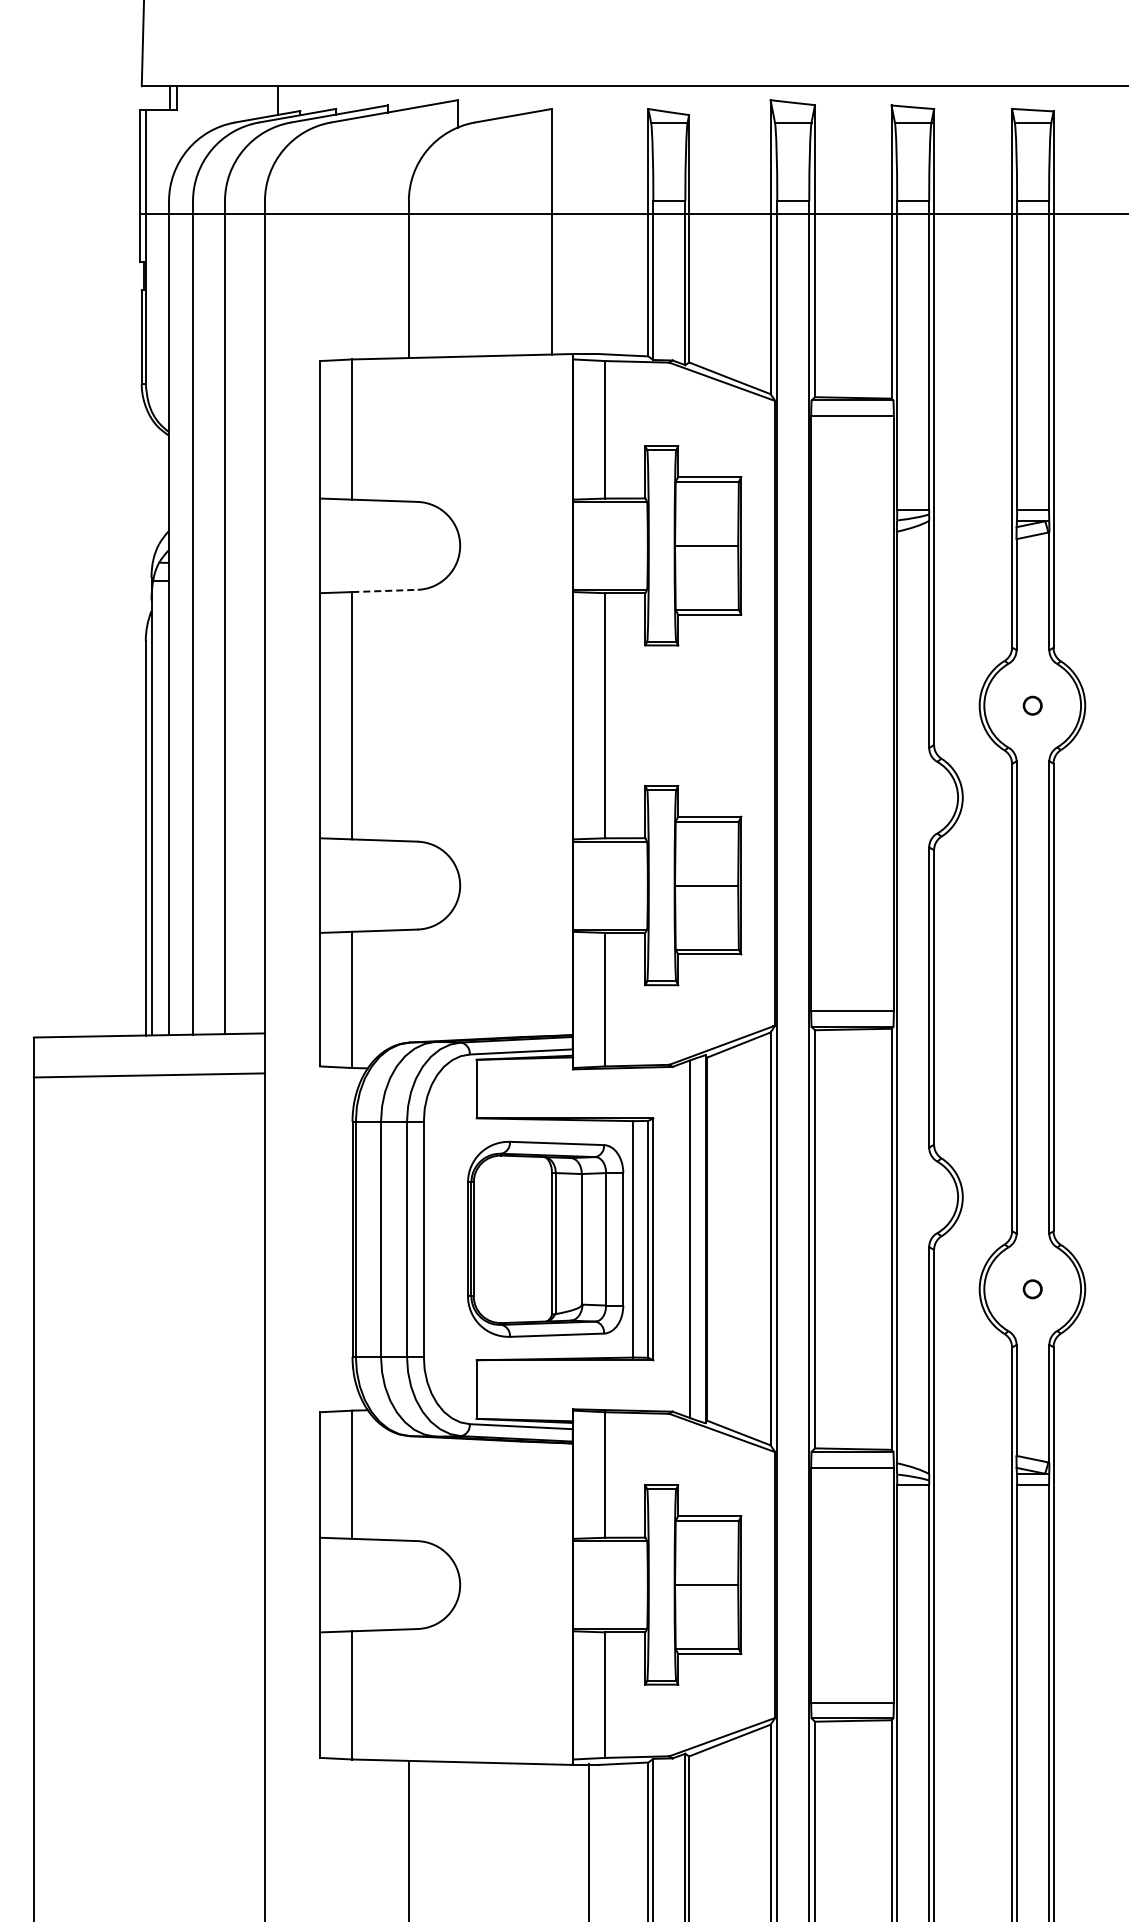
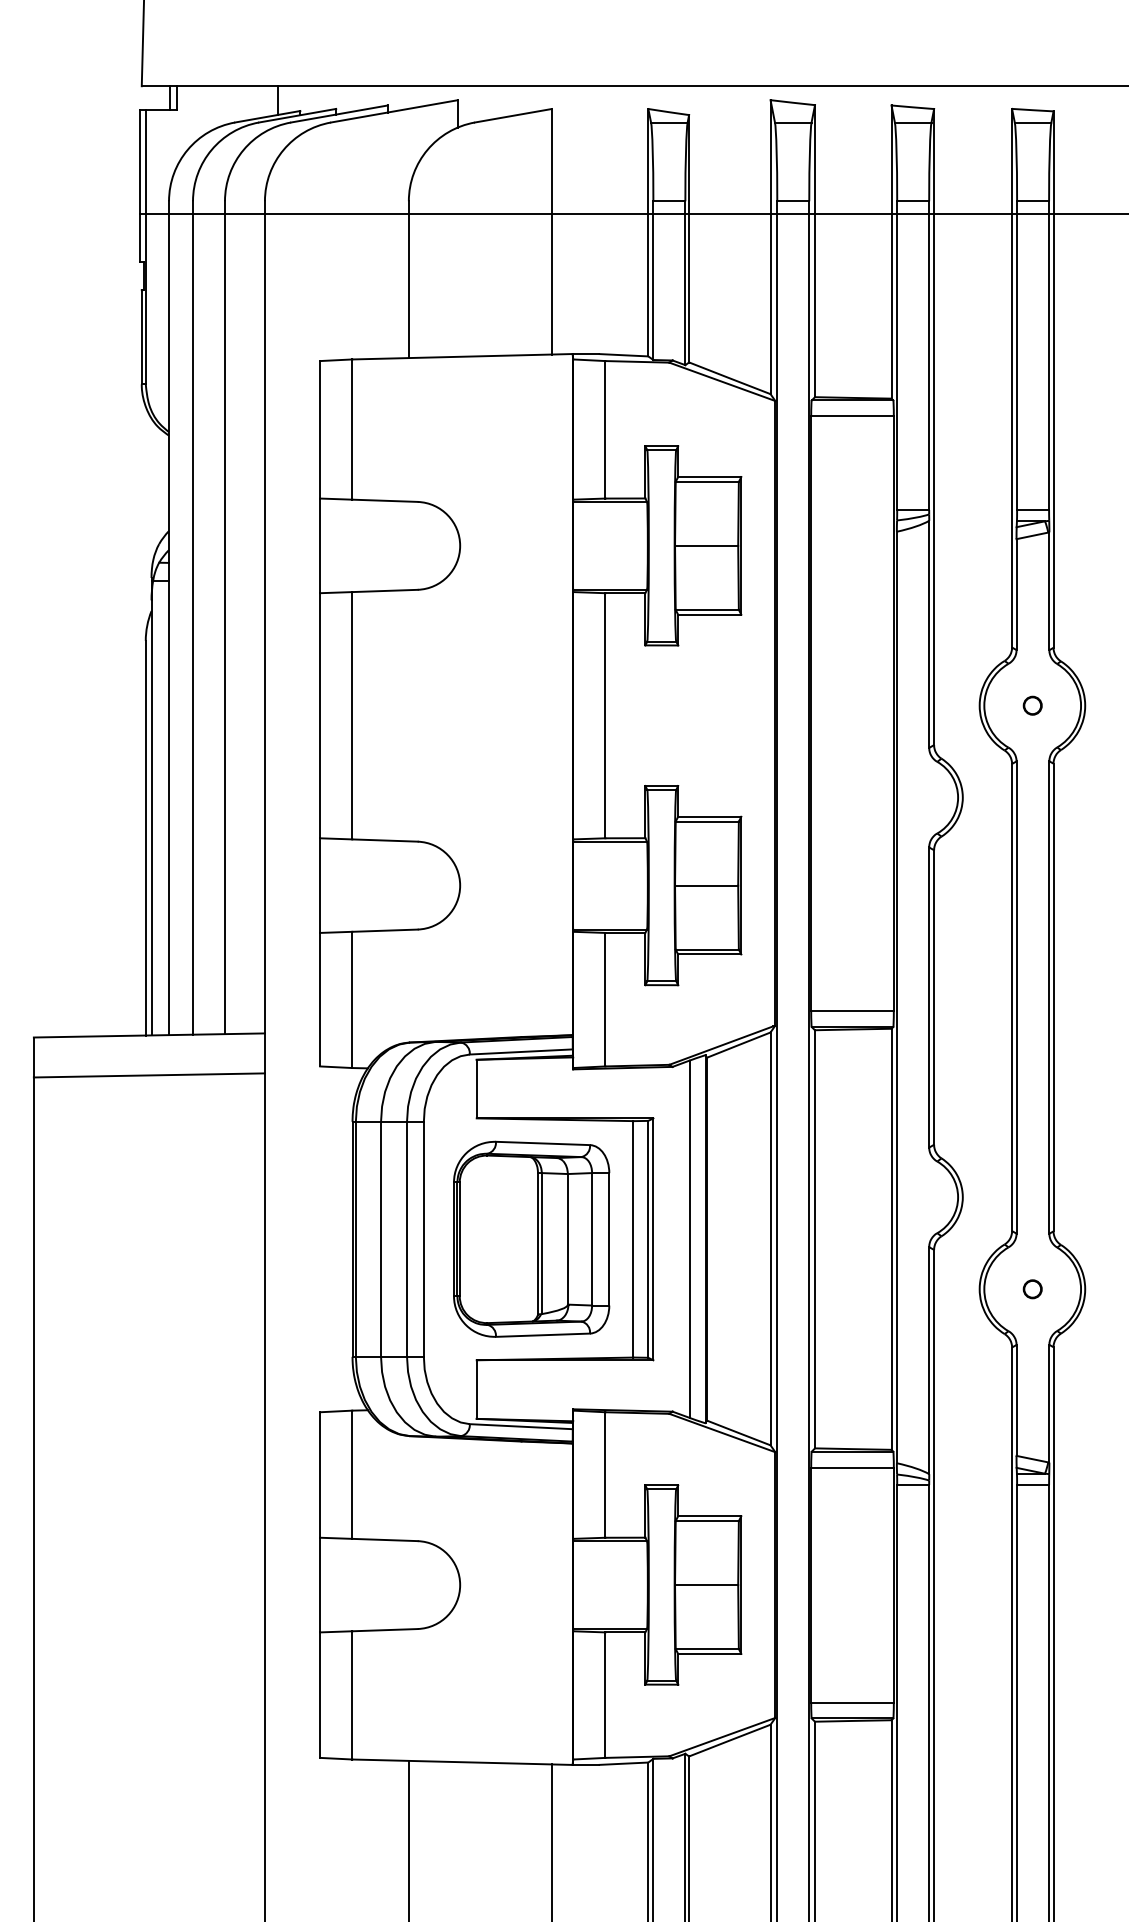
line at (384, 590): dashed -> solid
part at (545, 1238) position: (545, 1238) -> (531, 1238)
line at (588, 1841) position: (588, 1841) -> (551, 1841)
